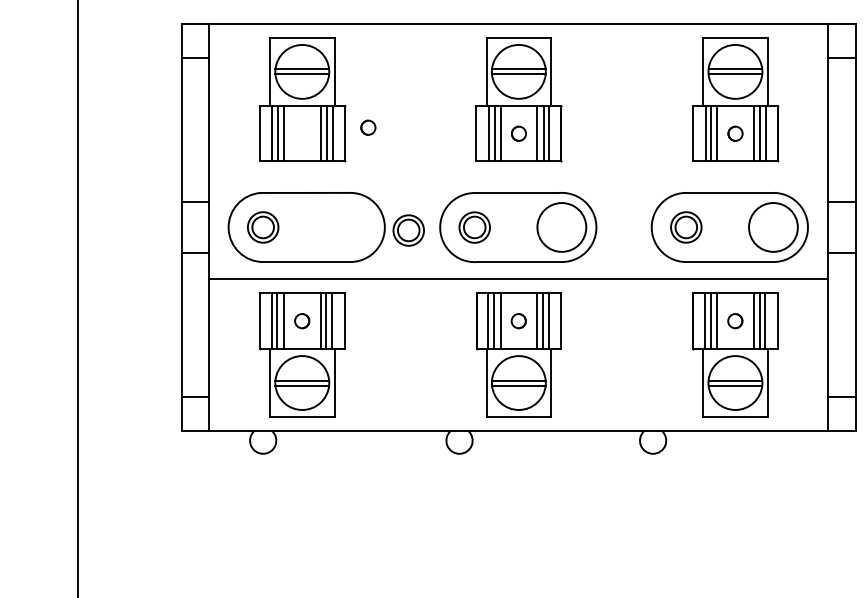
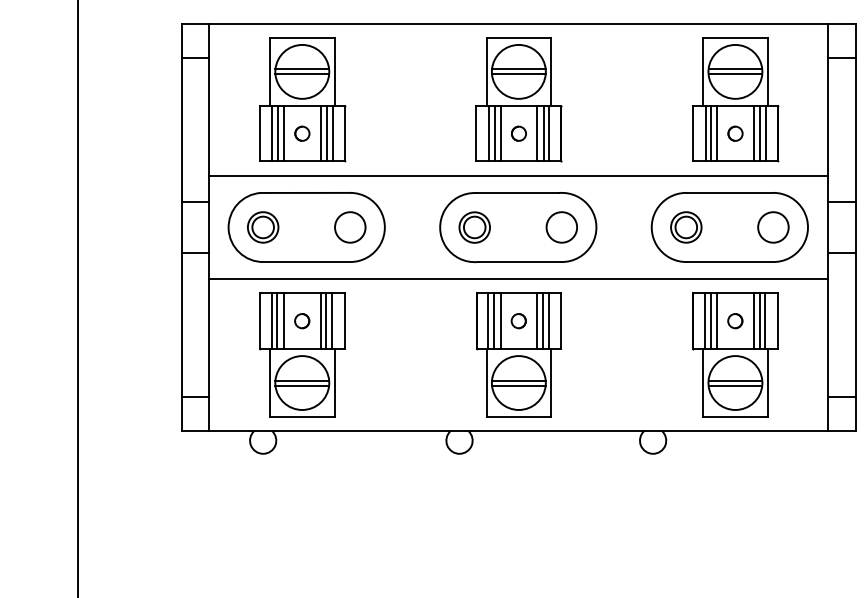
part at (368, 127) position: (368, 127) -> (302, 133)
line at (518, 175): none -> present
circle at (350, 227): none -> present
circle at (561, 227) diameter: 49 px -> 31 px
circle at (773, 227) diameter: 49 px -> 31 px
part at (408, 230): present -> none
